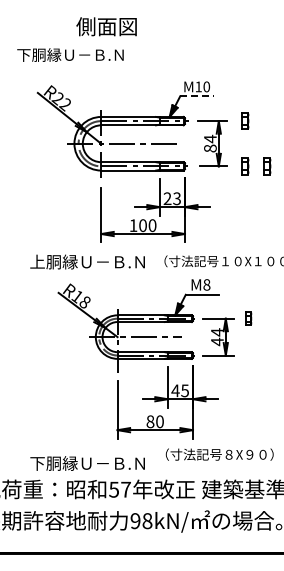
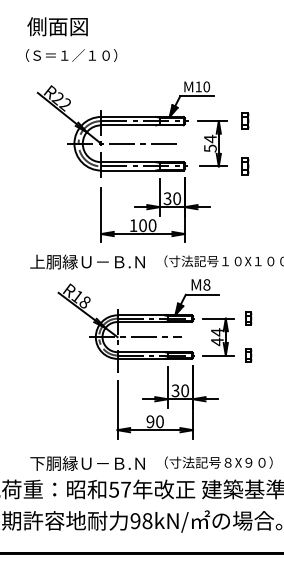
text at (106, 26) position: (106, 26) -> (57, 26)
text at (70, 54): 下胴縁Ｕ－Ｂ.Ｎ -> （Ｓ＝１／１０）
line at (197, 96): dashed -> solid
text at (210, 148): 84 -> 54
part at (267, 166): present -> none
text at (171, 198): 23 -> 30
part at (248, 355): none -> present
text at (179, 390): 45 -> 30
text at (150, 421): 80 -> 90
text at (219, 454) position: (219, 454) -> (218, 462)
